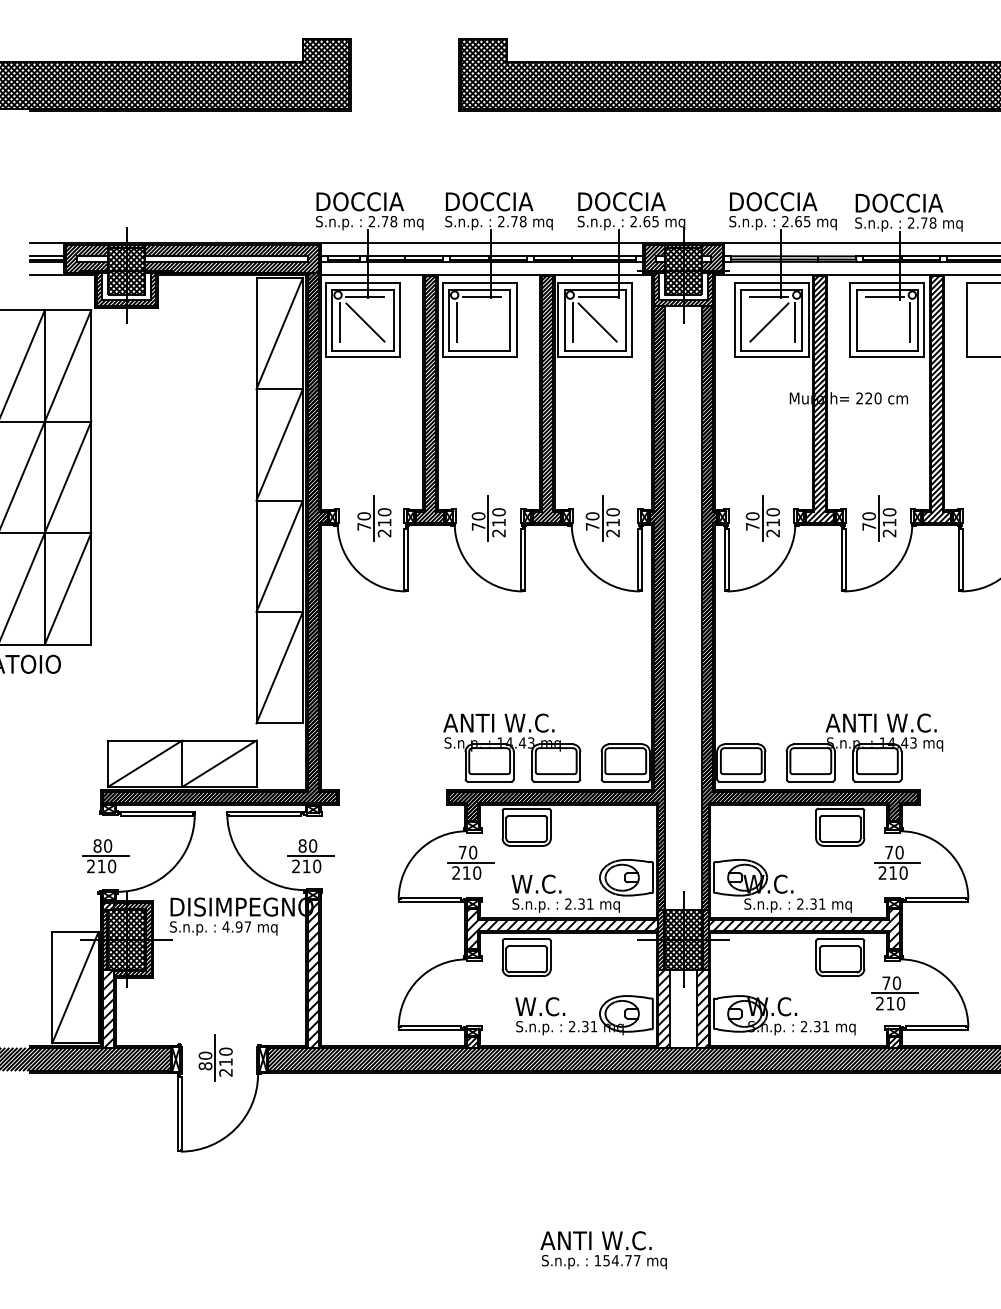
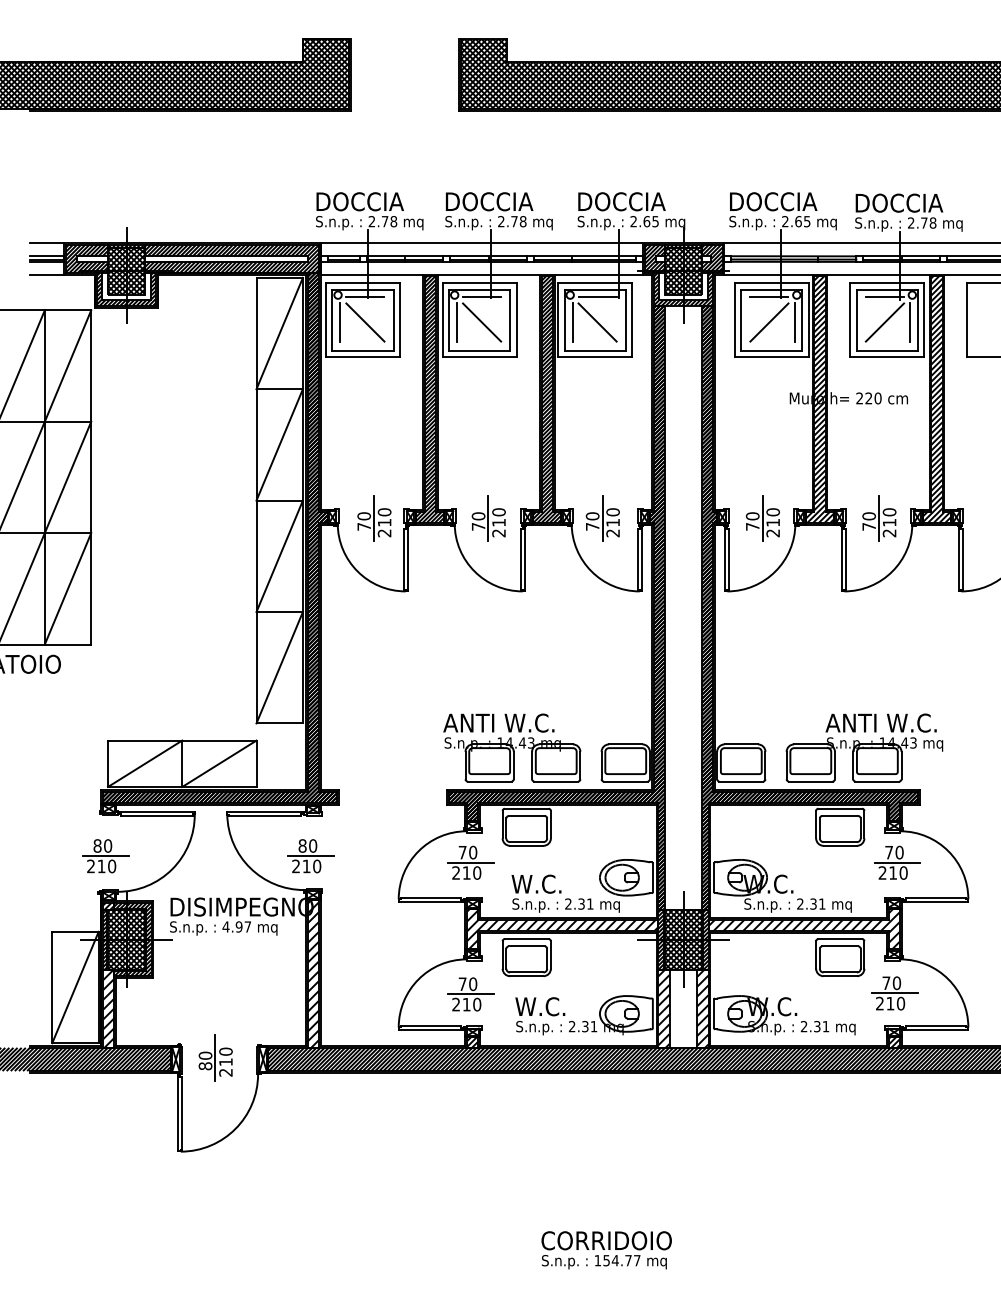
line at (482, 322): none -> present
line at (884, 322): none -> present
part at (470, 994): none -> present
text at (605, 1240): ANTI W.C. -> CORRIDOIO
